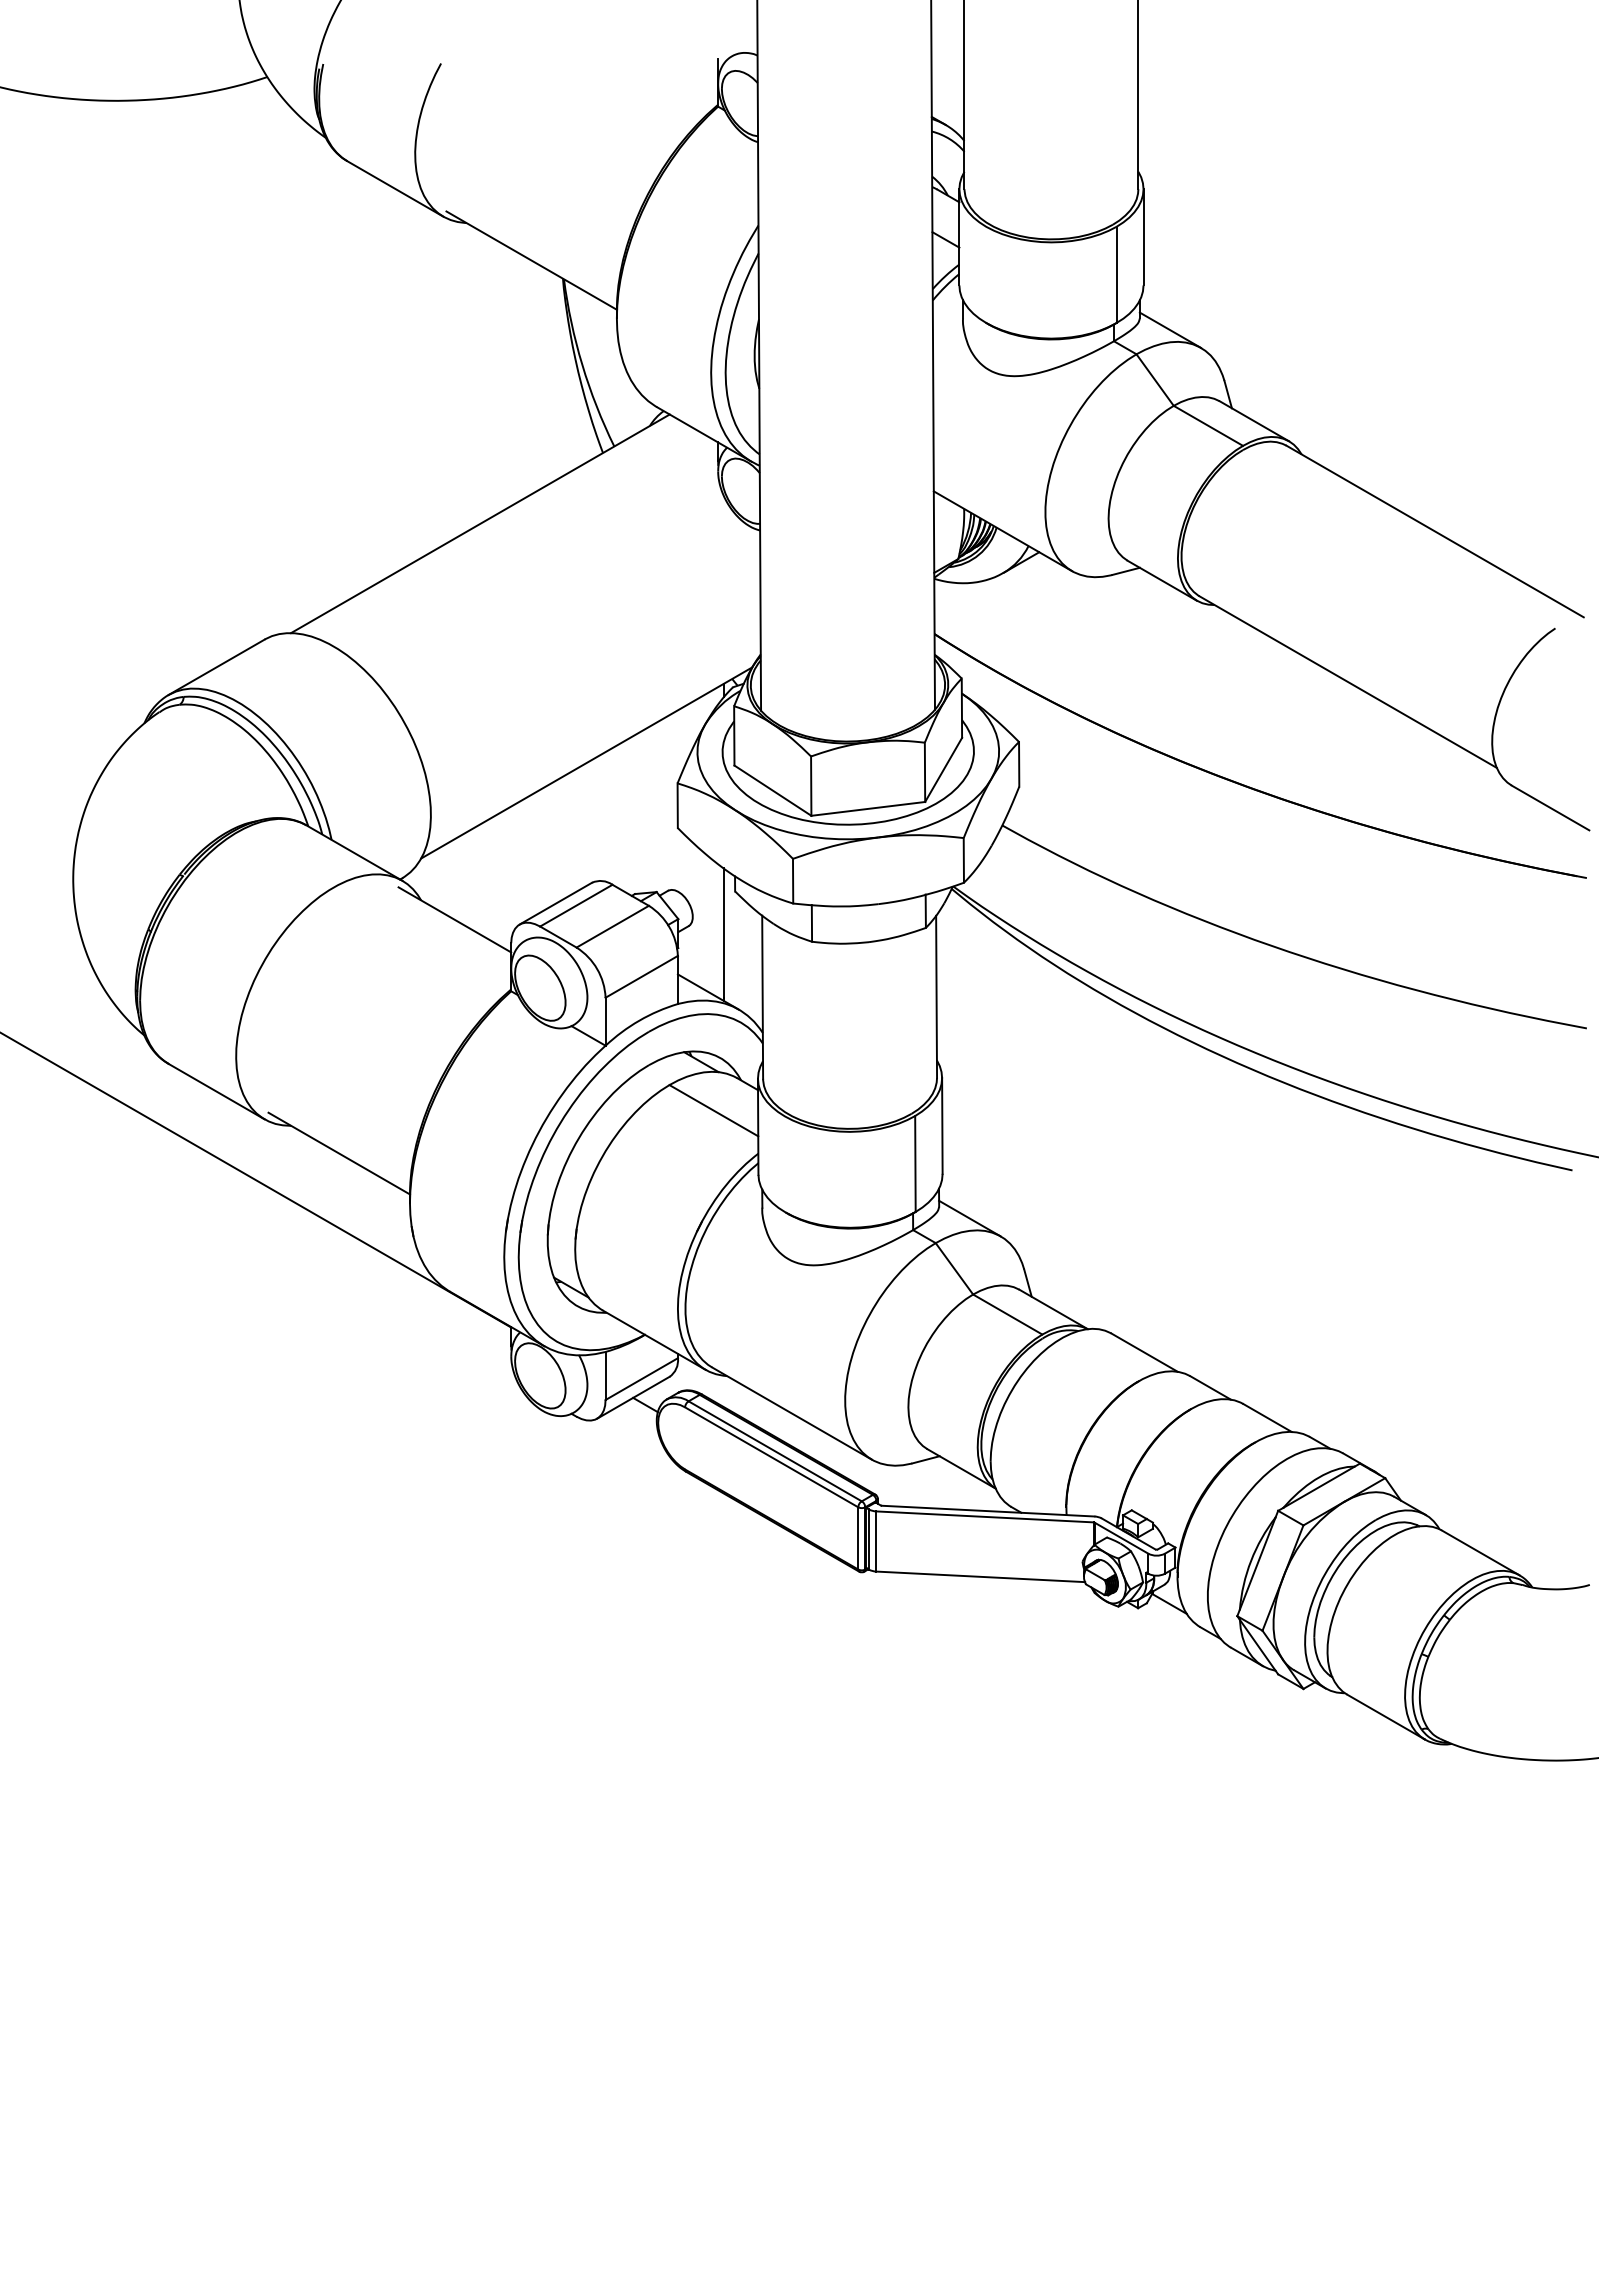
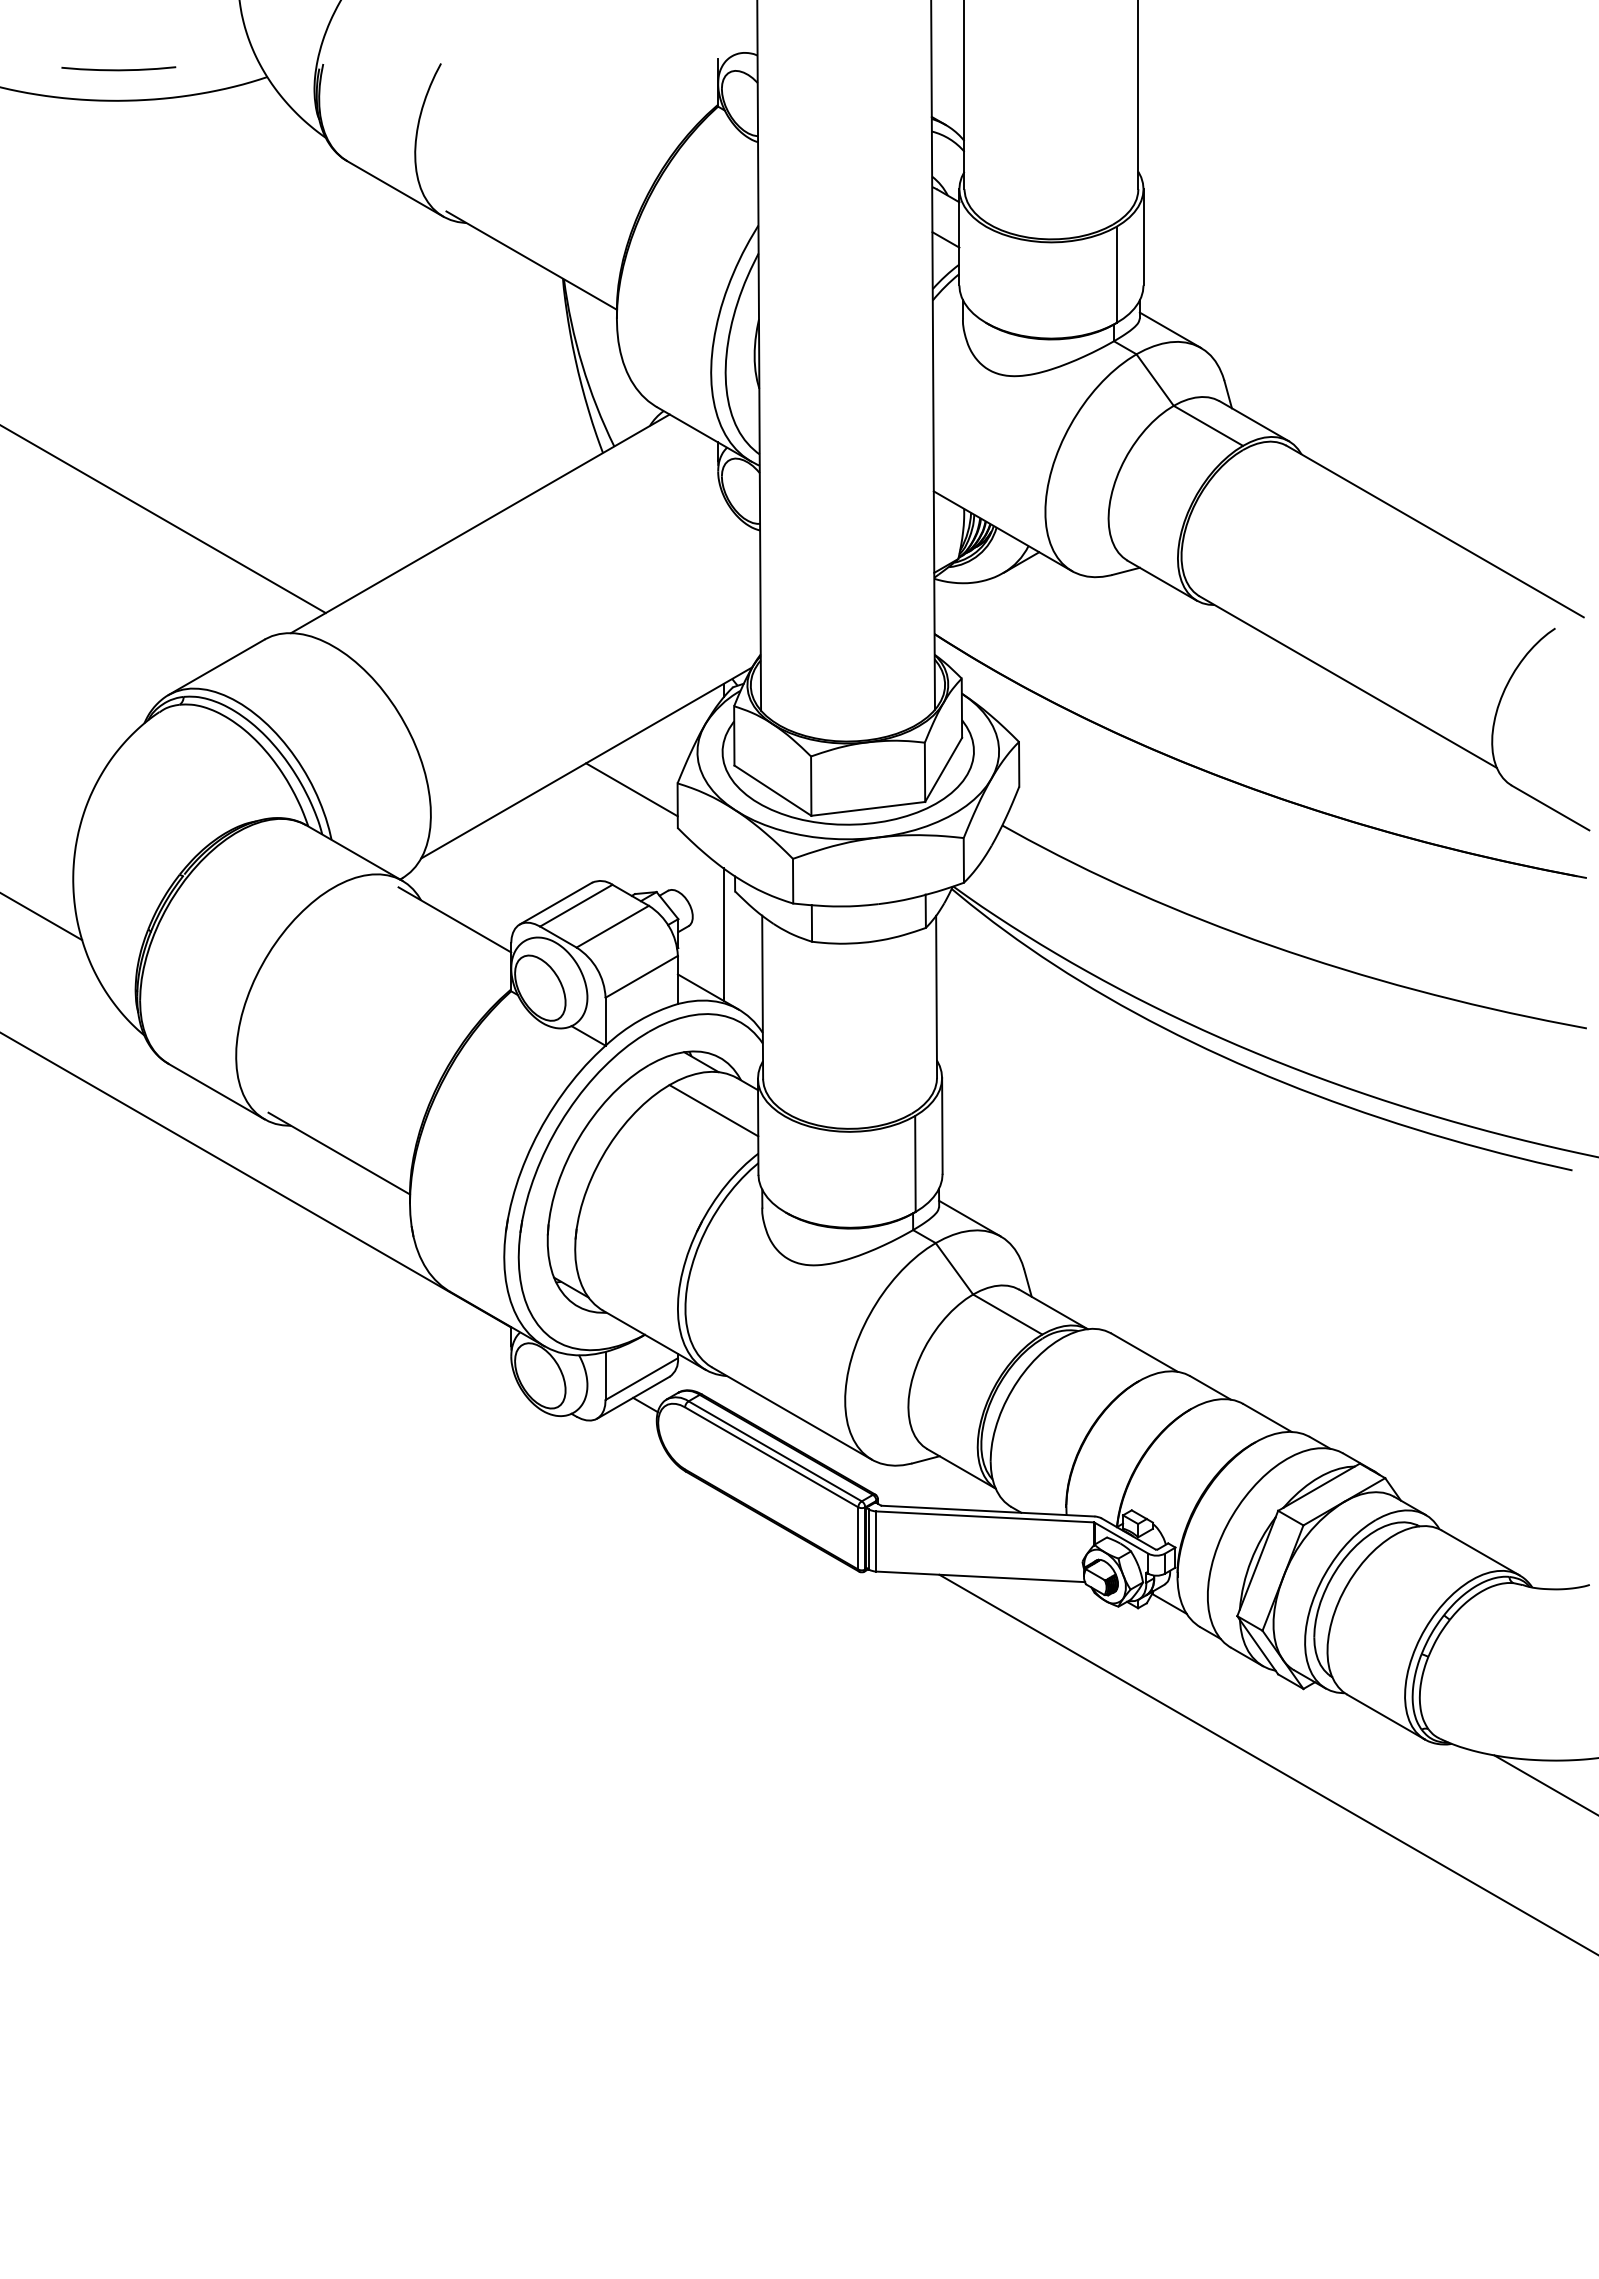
curve at (118, 69): none -> present
line at (163, 519): none -> present
line at (631, 789): none -> present
line at (42, 917): none -> present
line at (1267, 1763): none -> present
line at (1544, 1784): none -> present
